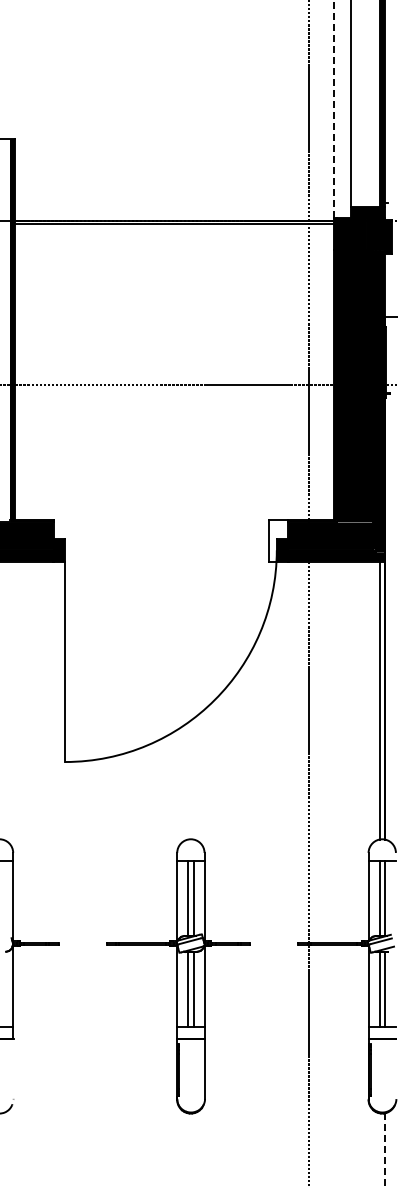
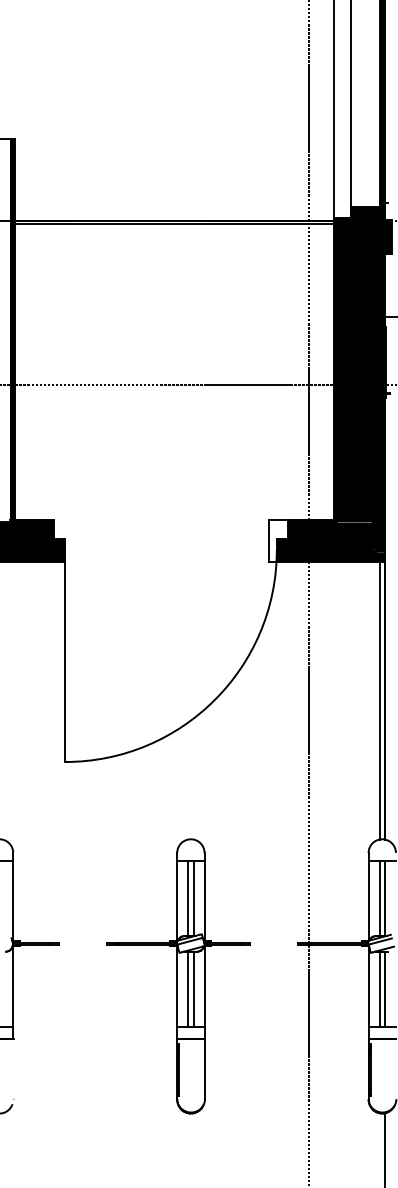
line at (333, 109): dashed -> solid
line at (385, 1150): dashed -> solid
